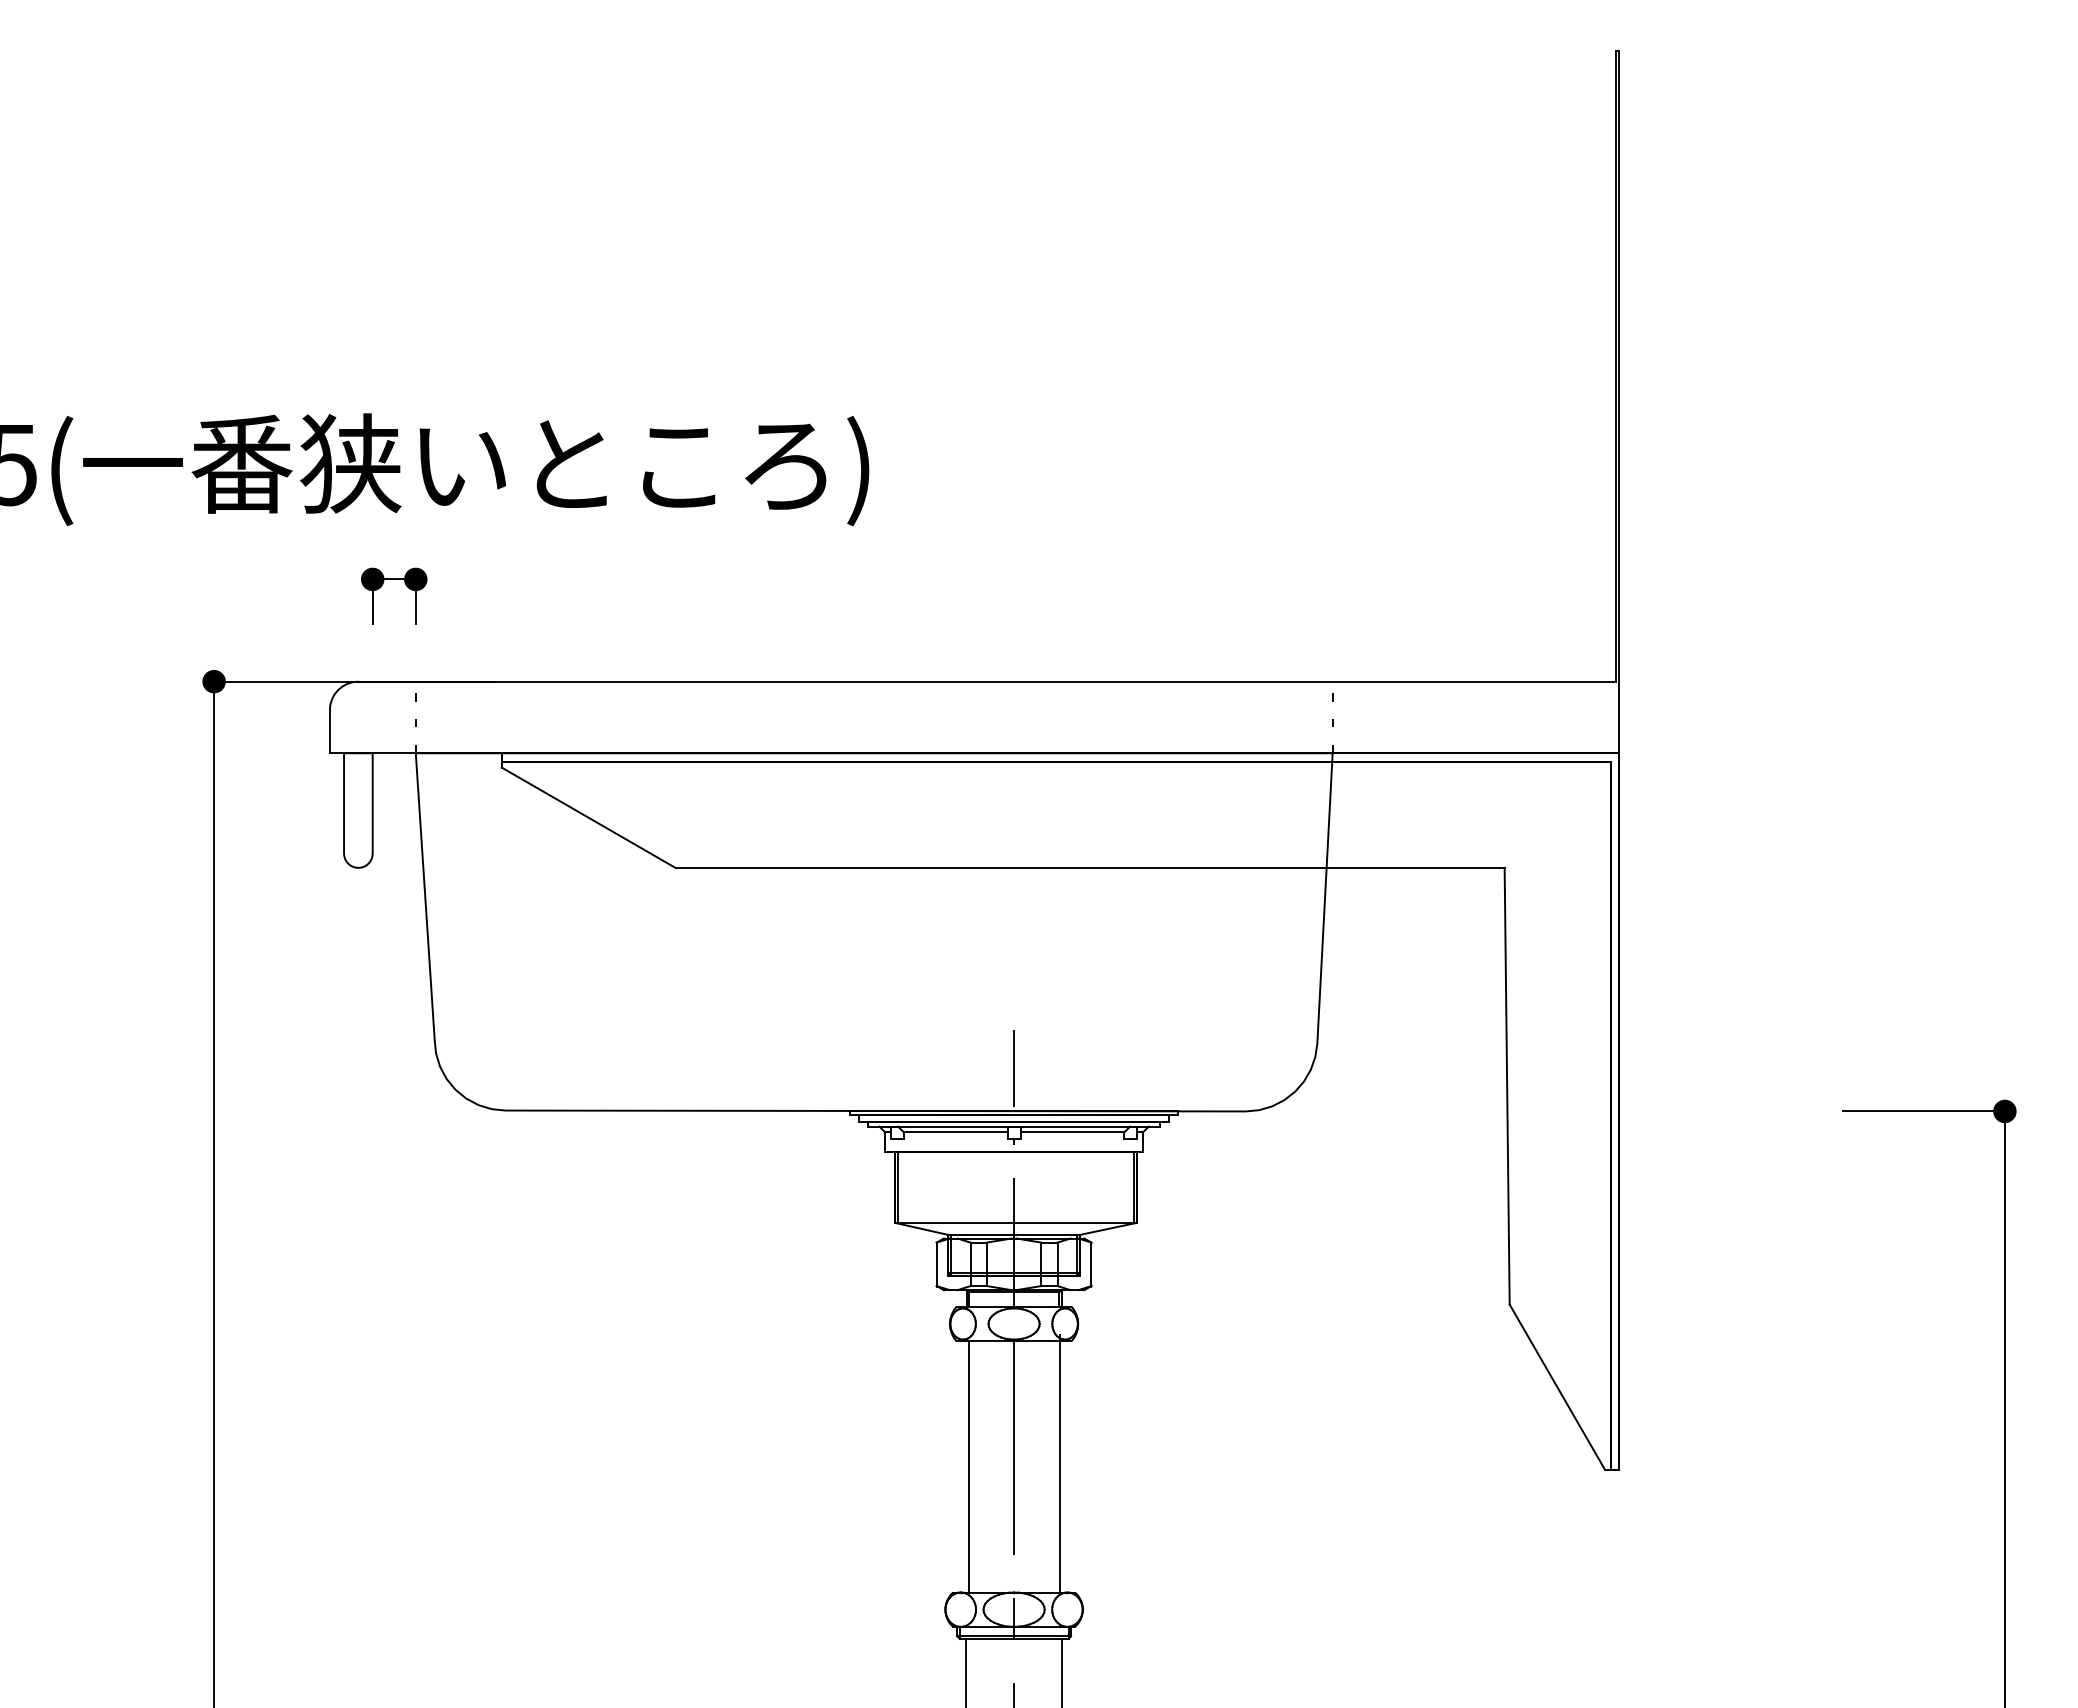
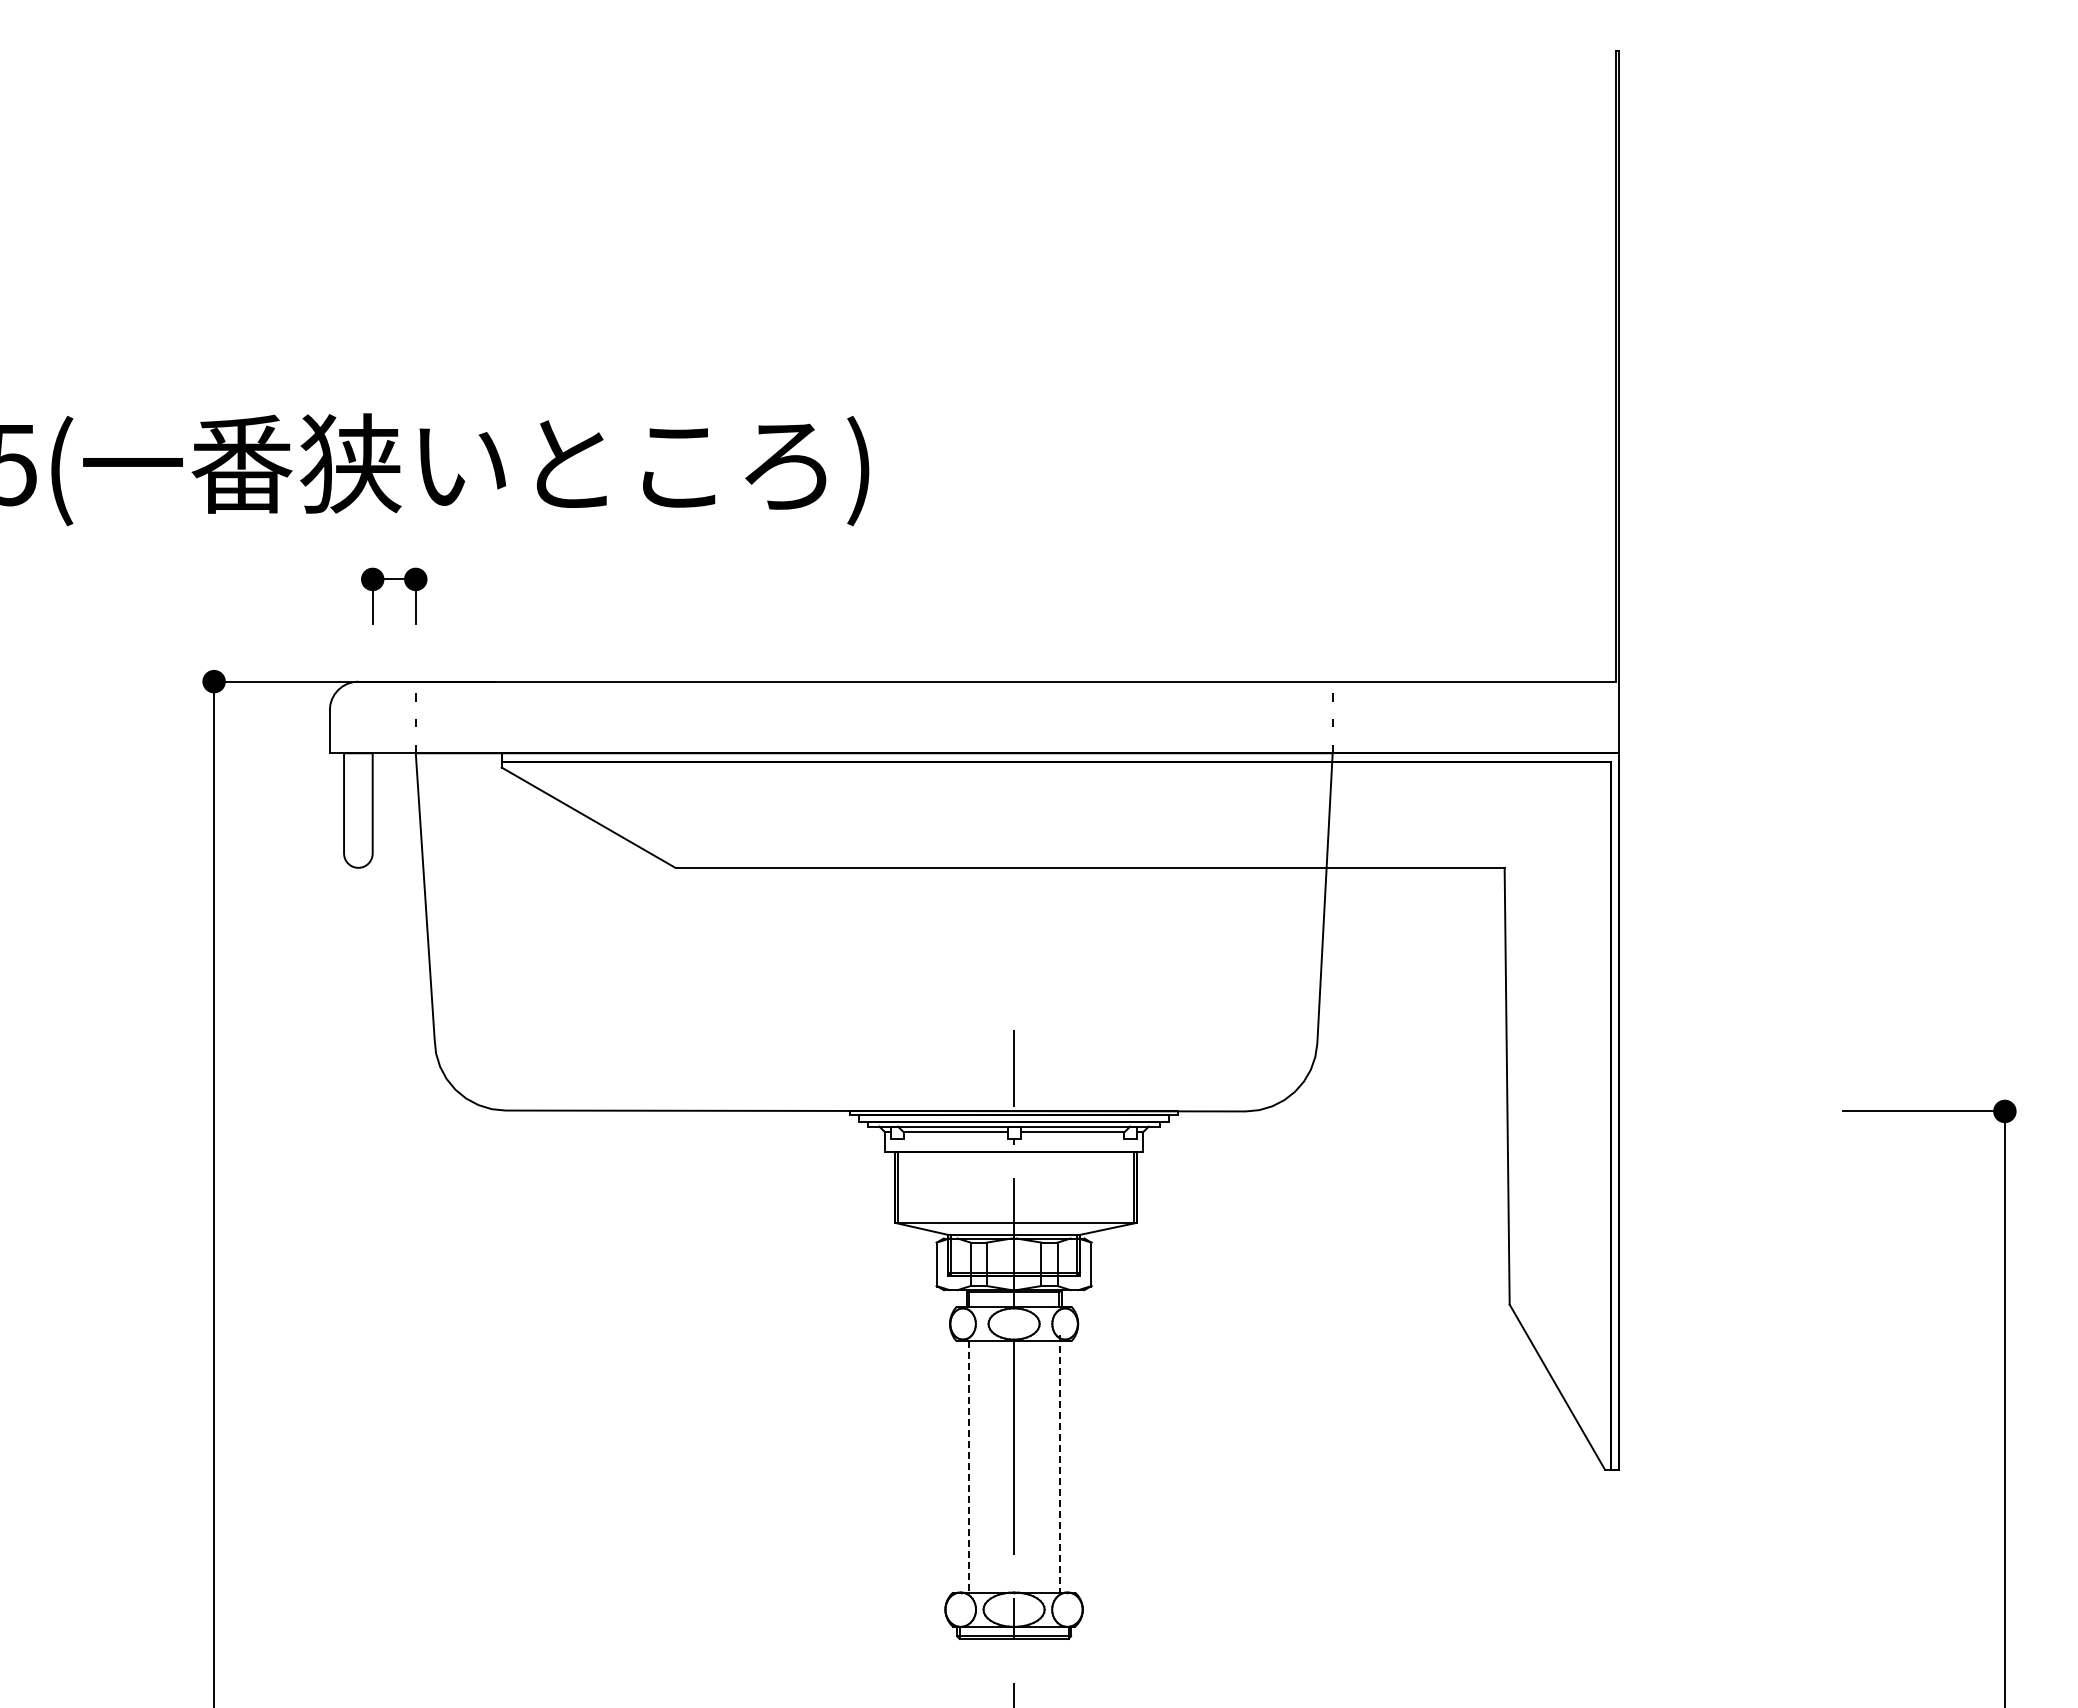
line at (1059, 1463): solid -> dashed
line at (968, 1467): solid -> dashed
line at (965, 1671): present -> none
line at (1062, 1671): present -> none
